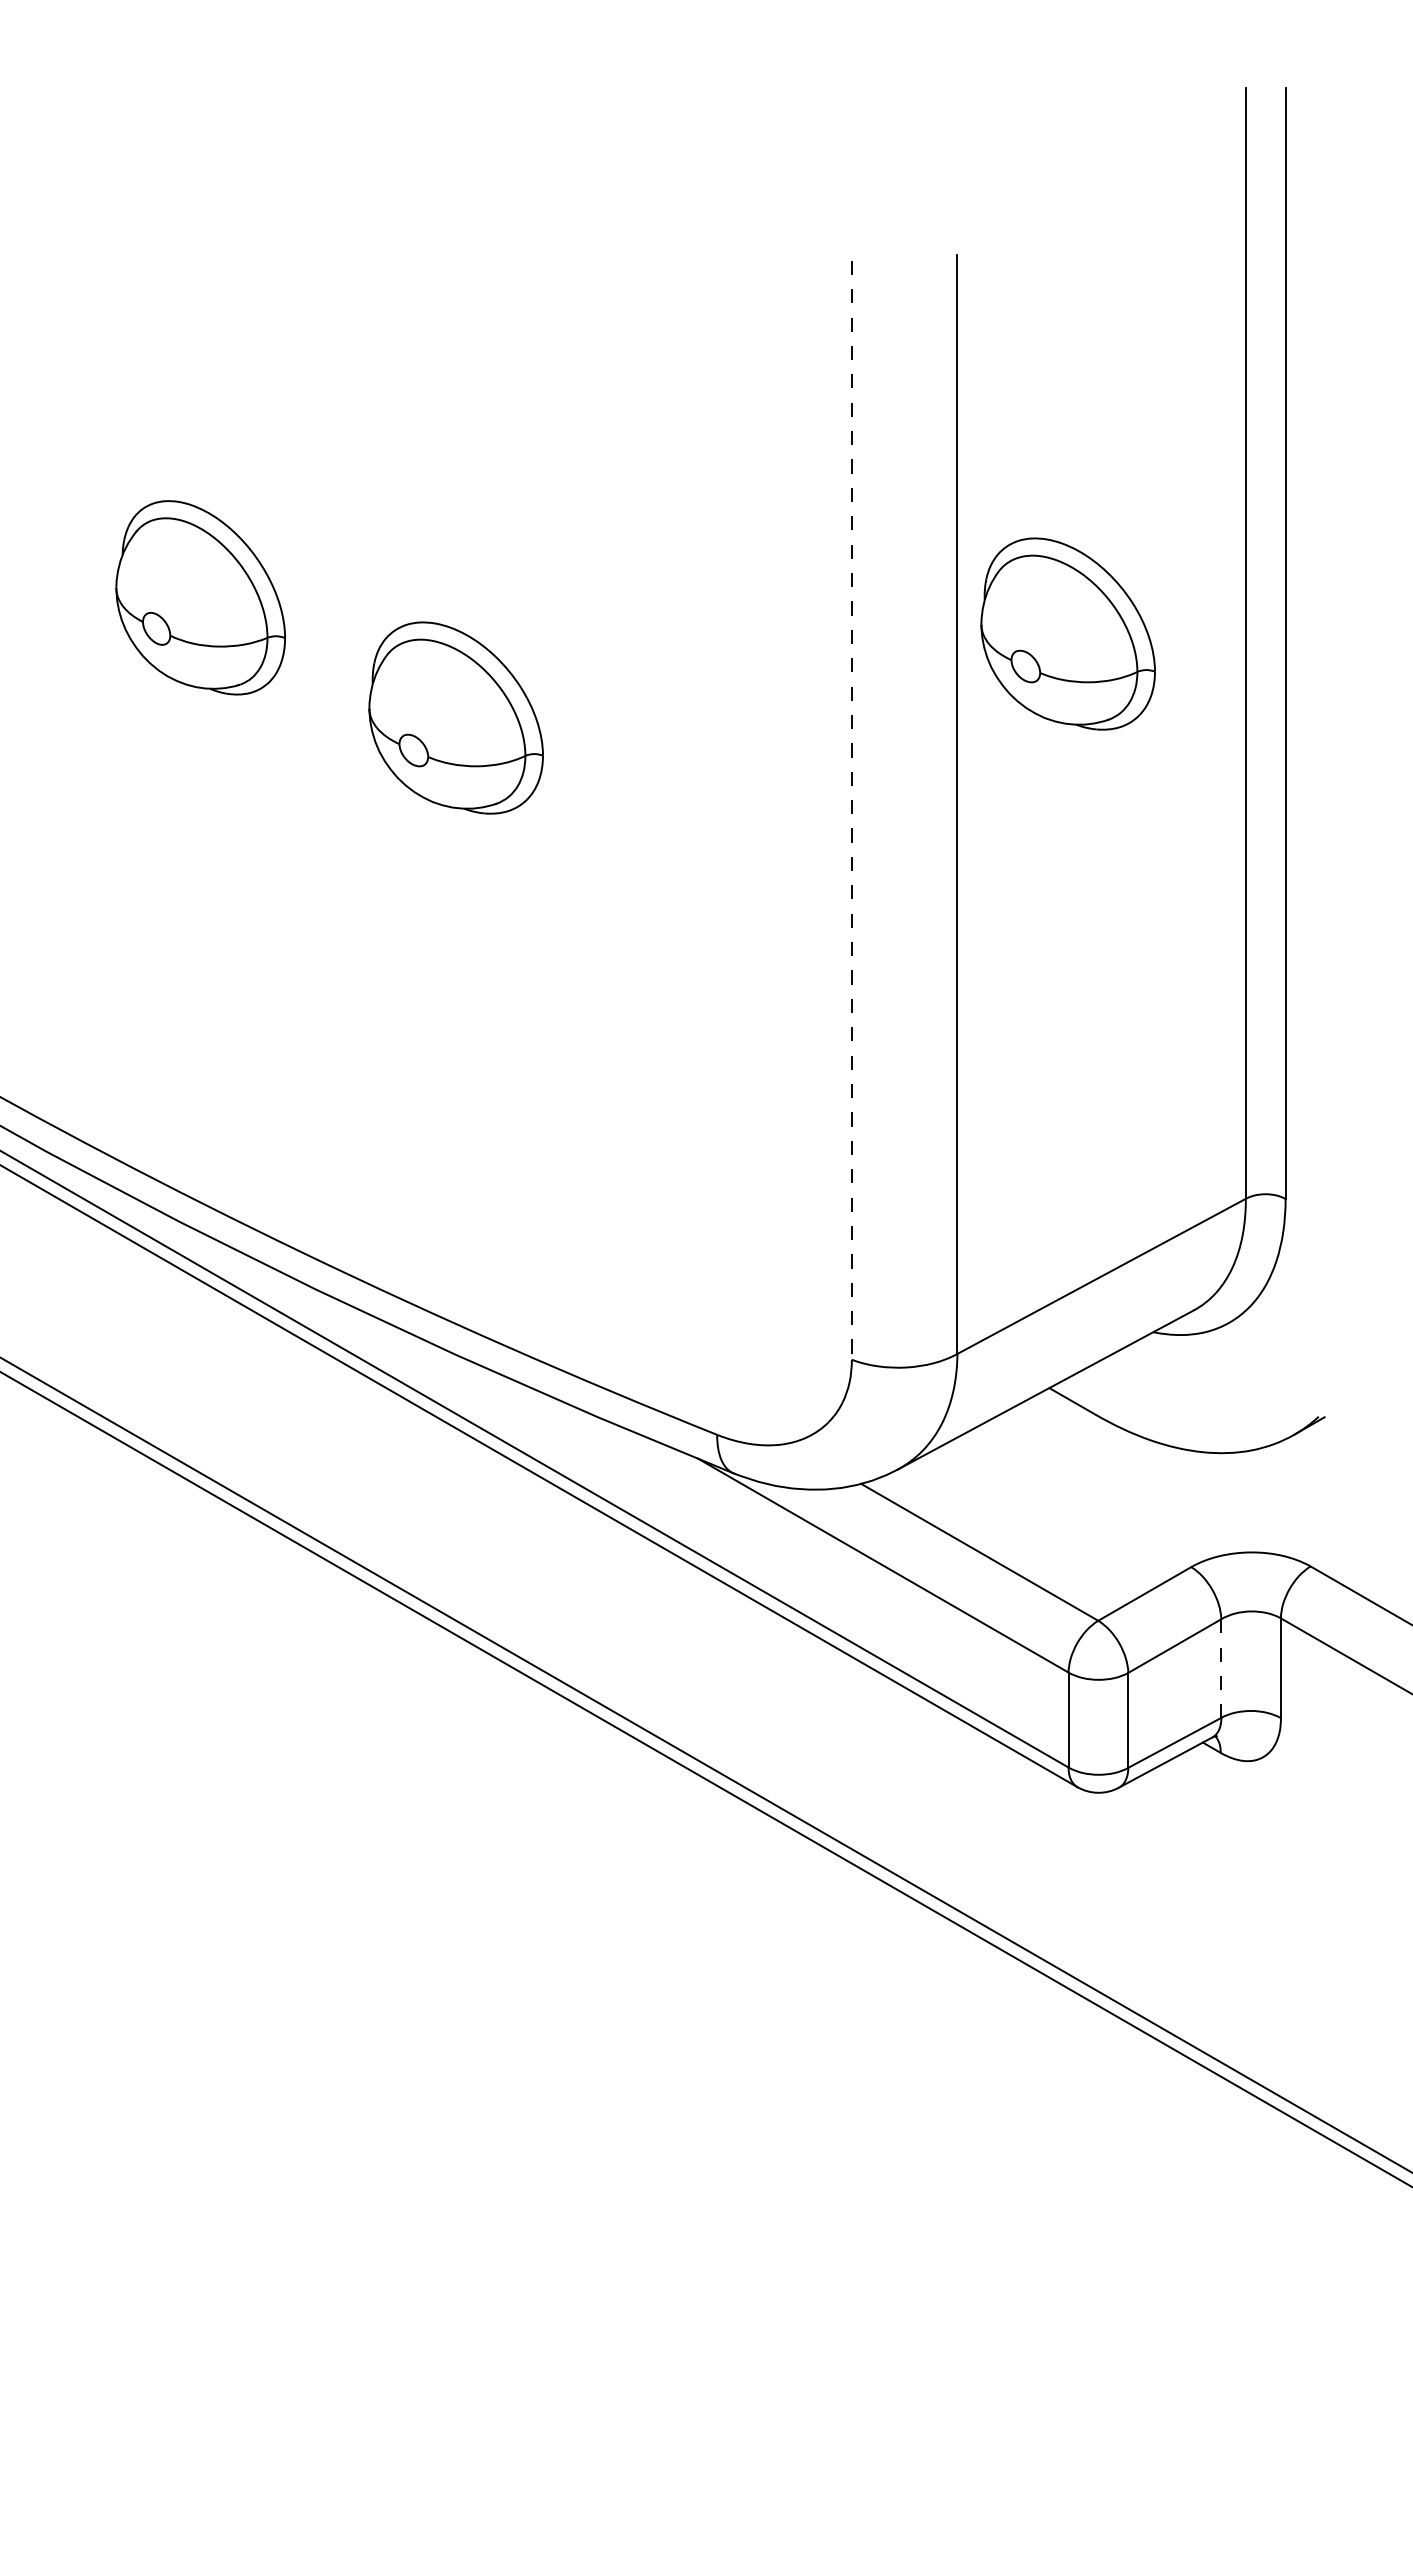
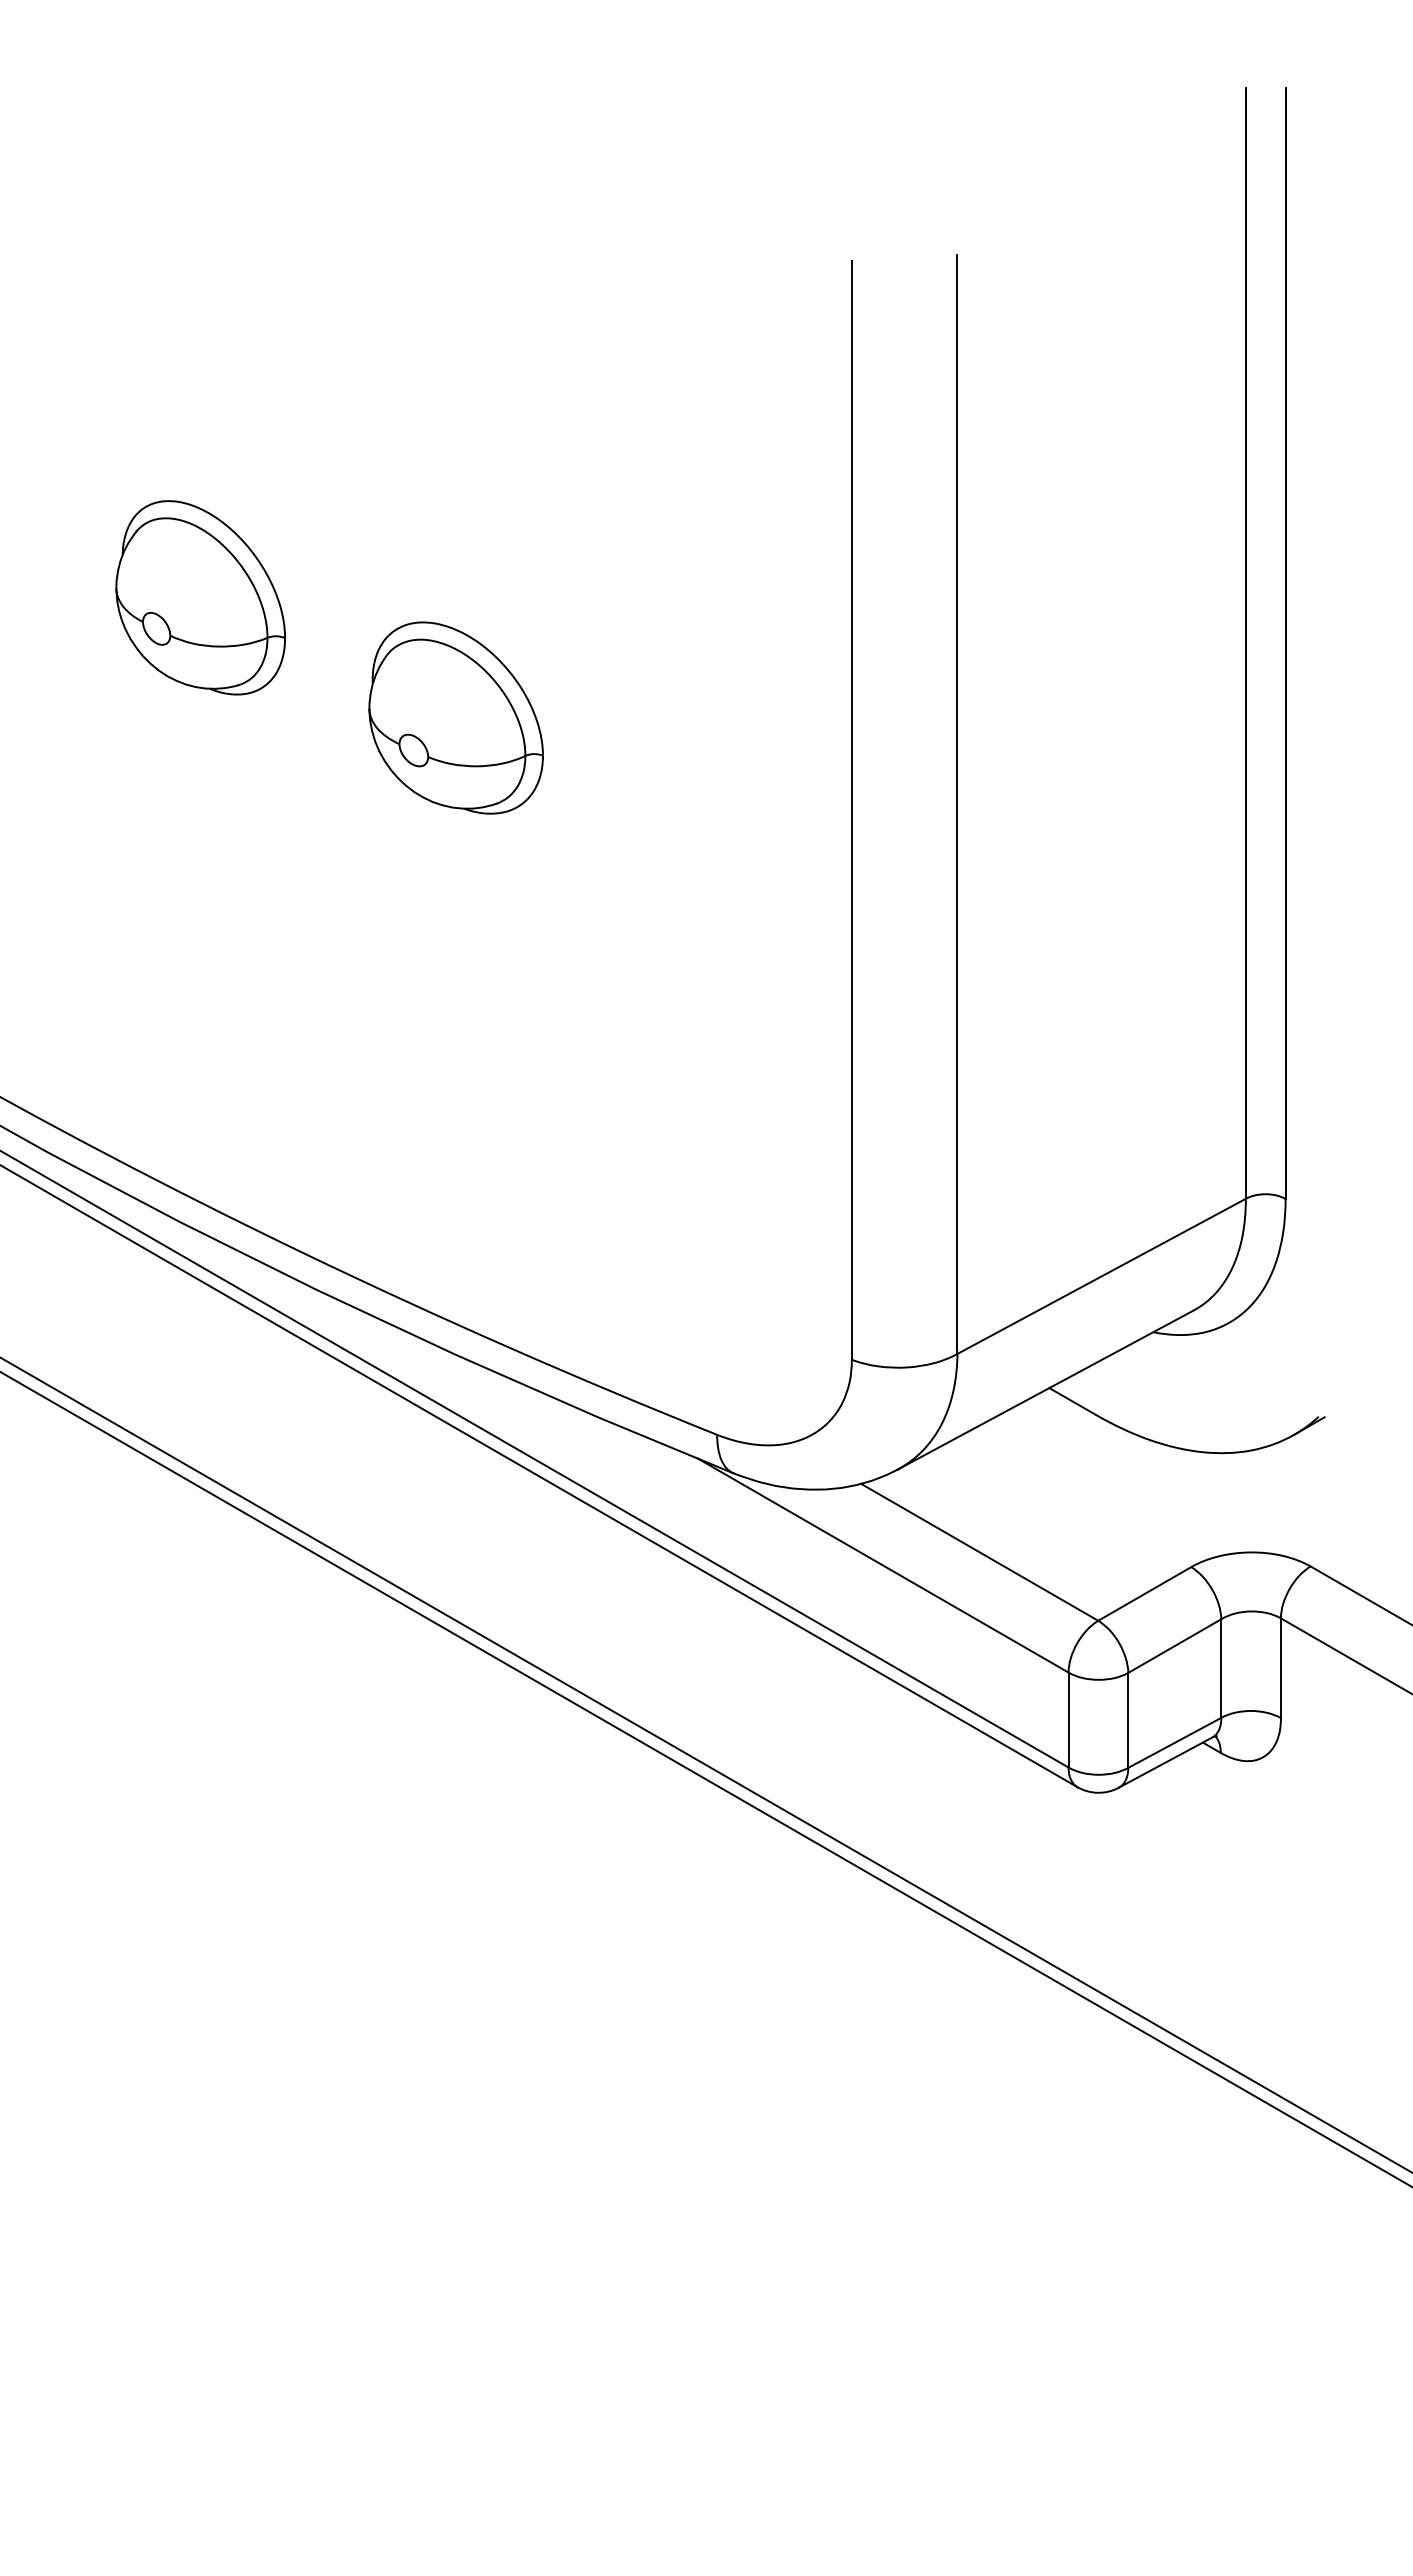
part at (1067, 633): present -> none
line at (851, 810): dashed -> solid
line at (1221, 1669): dashed -> solid
